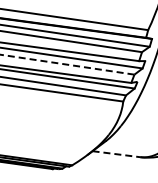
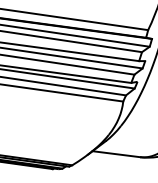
line at (67, 64): dashed -> solid
line at (116, 154): dashed -> solid
